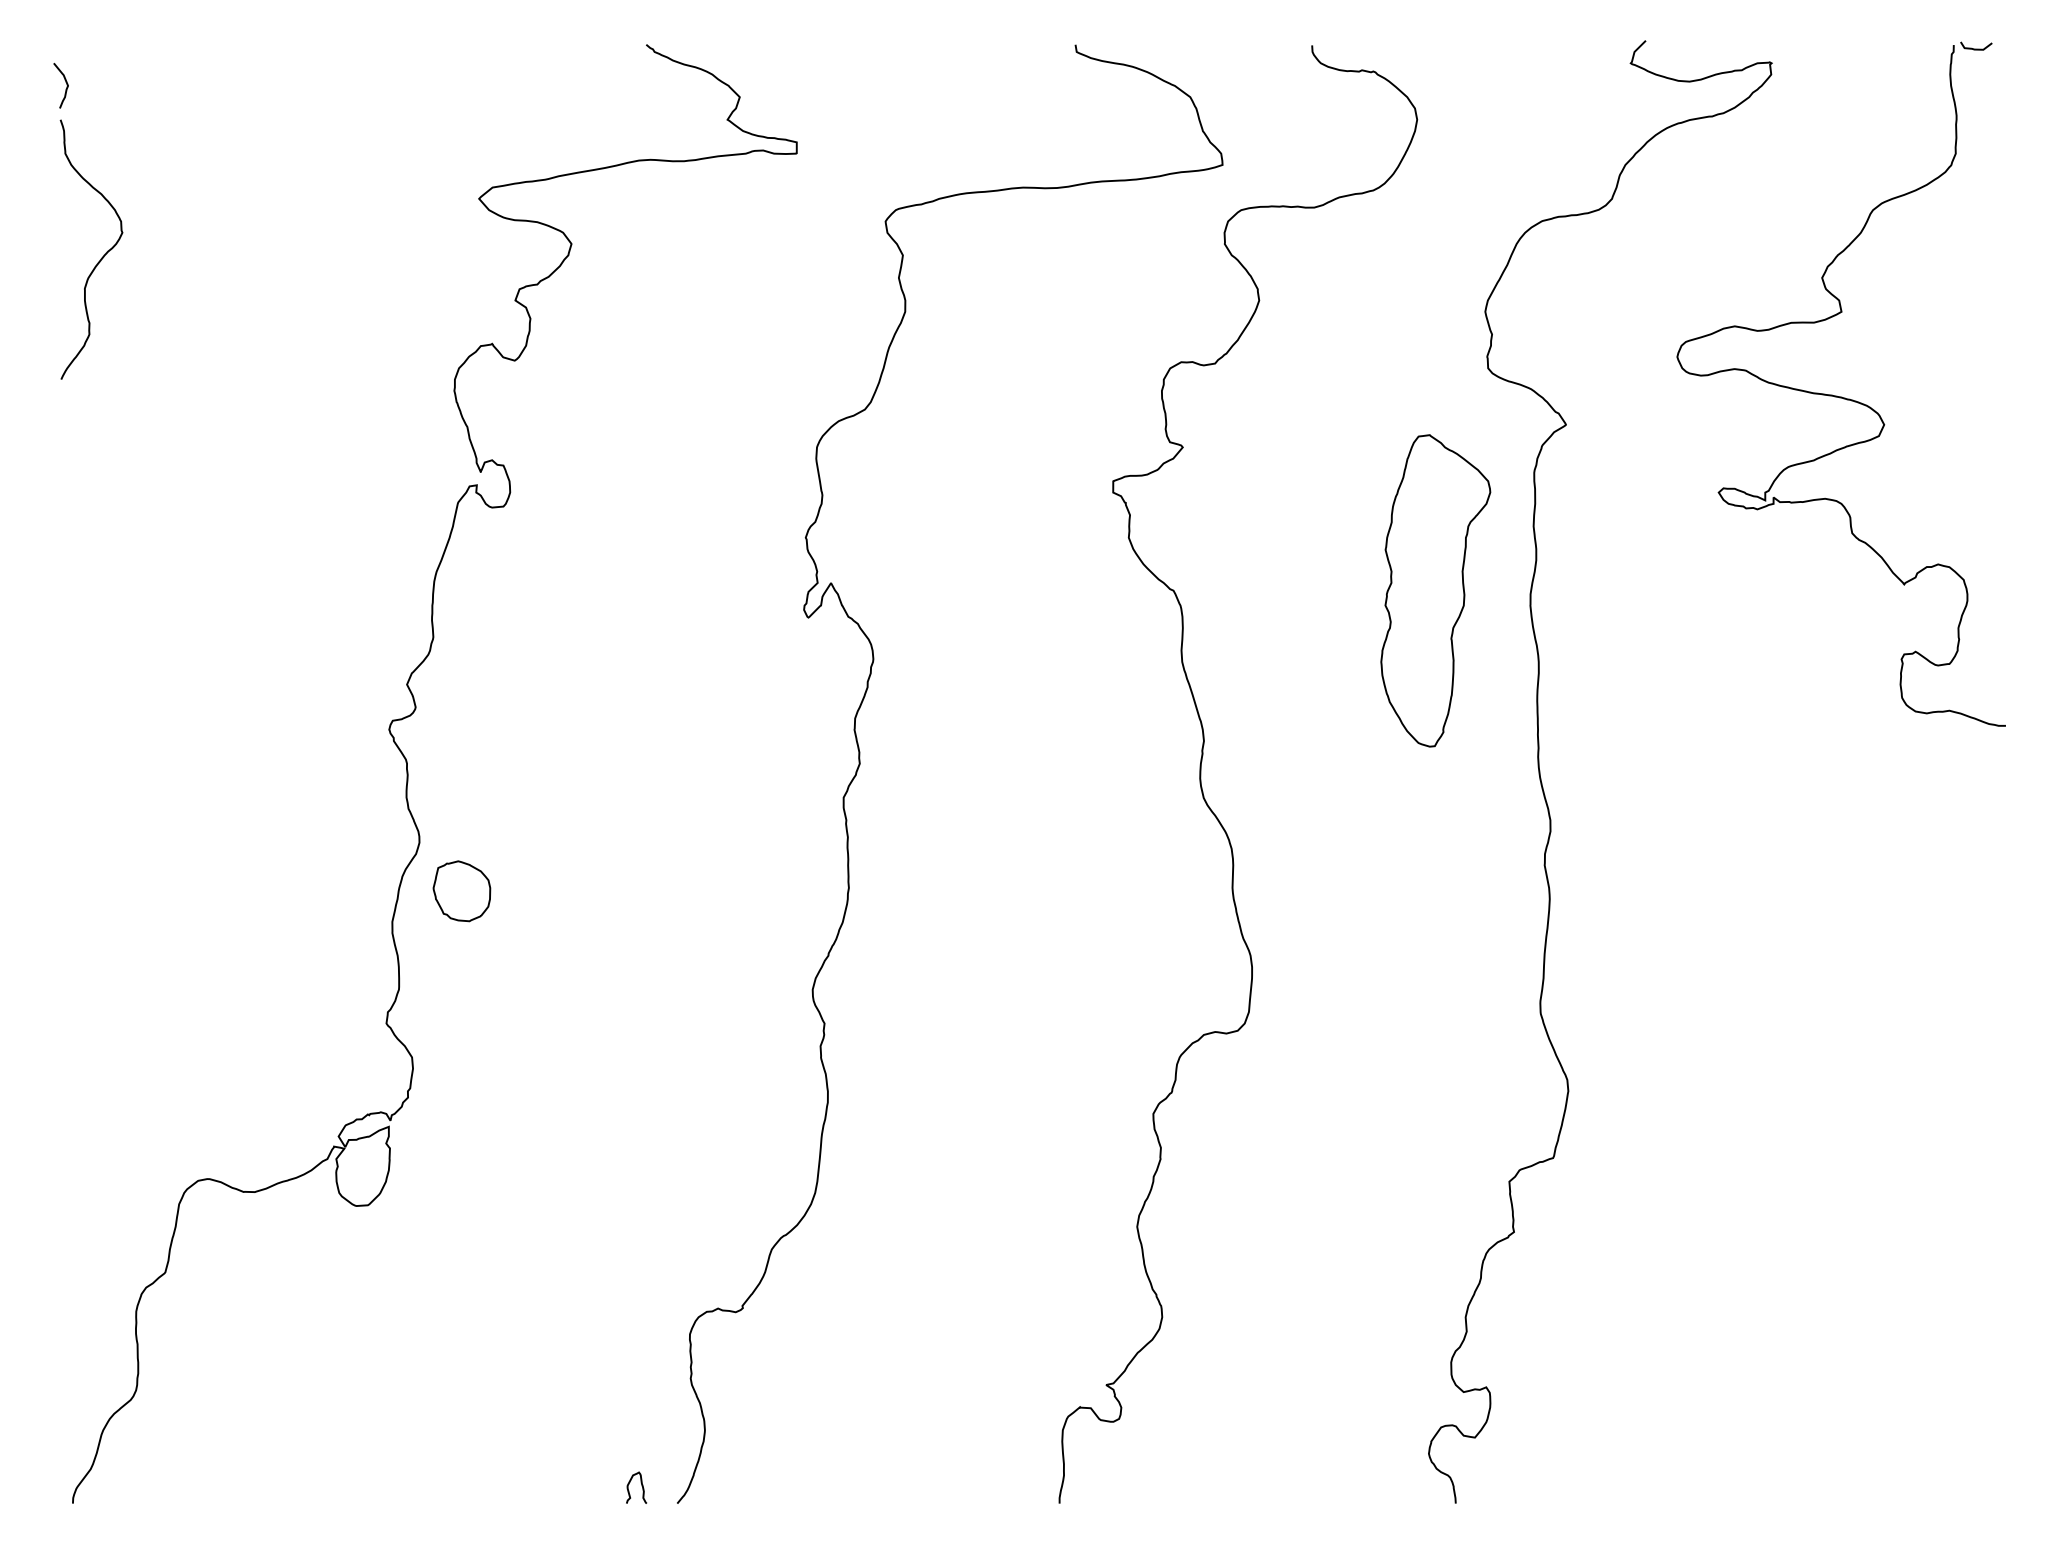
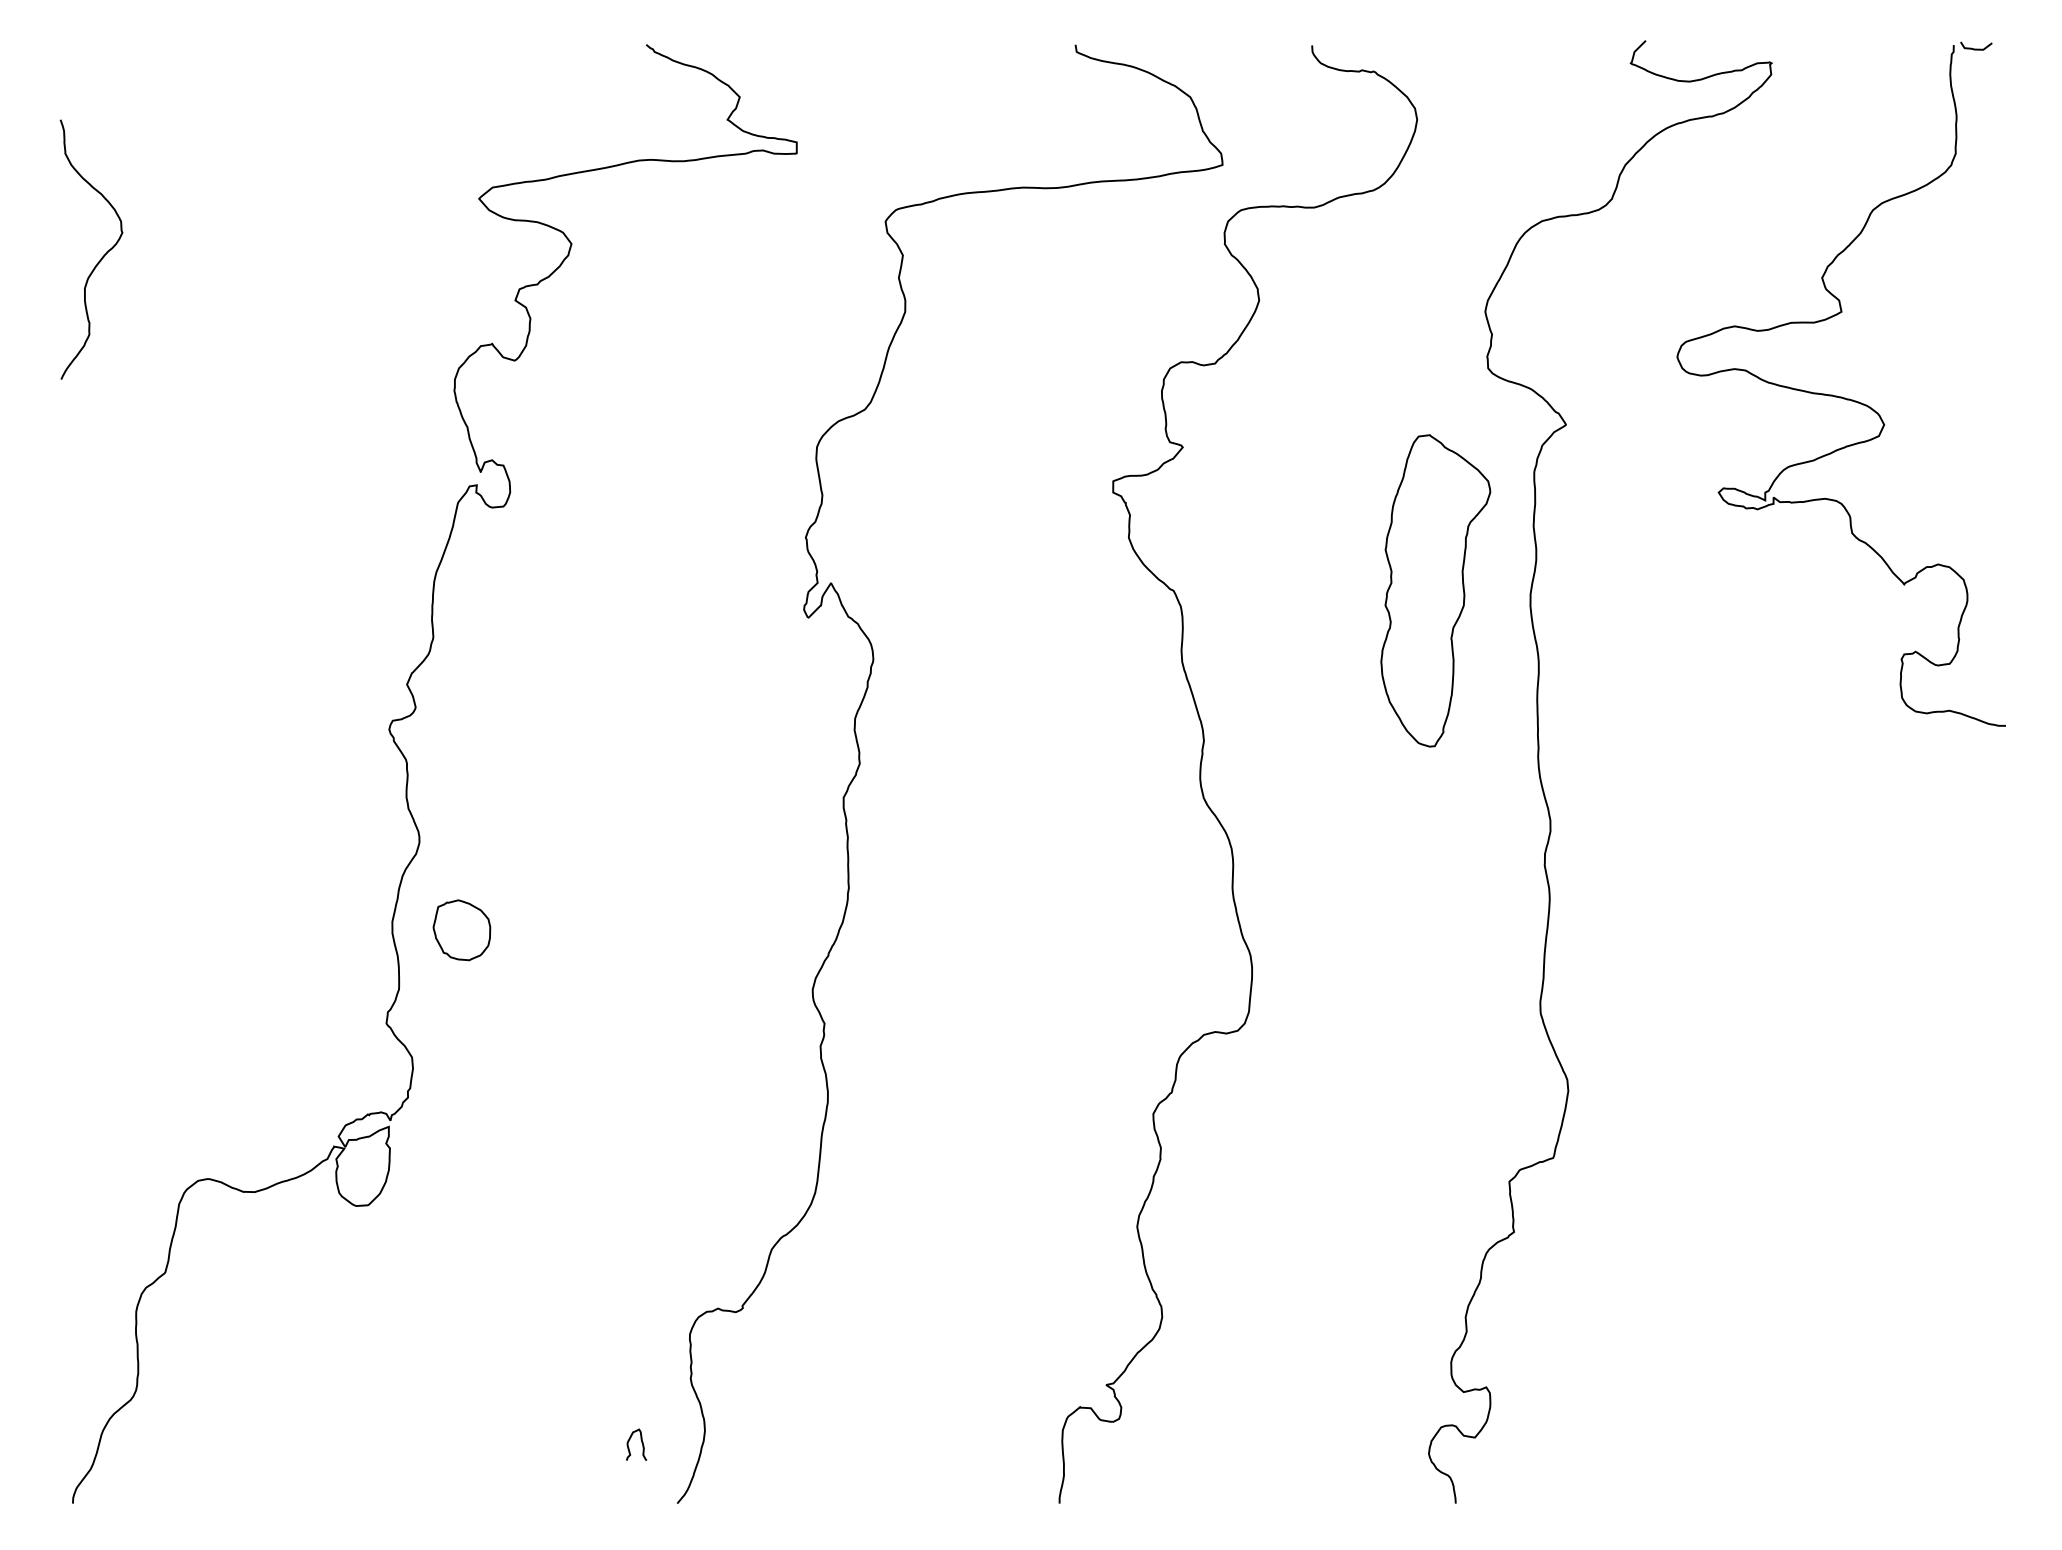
curve at (65, 82): present -> none
part at (461, 891) position: (461, 891) -> (461, 930)
curve at (641, 1486) position: (641, 1486) -> (641, 1443)
